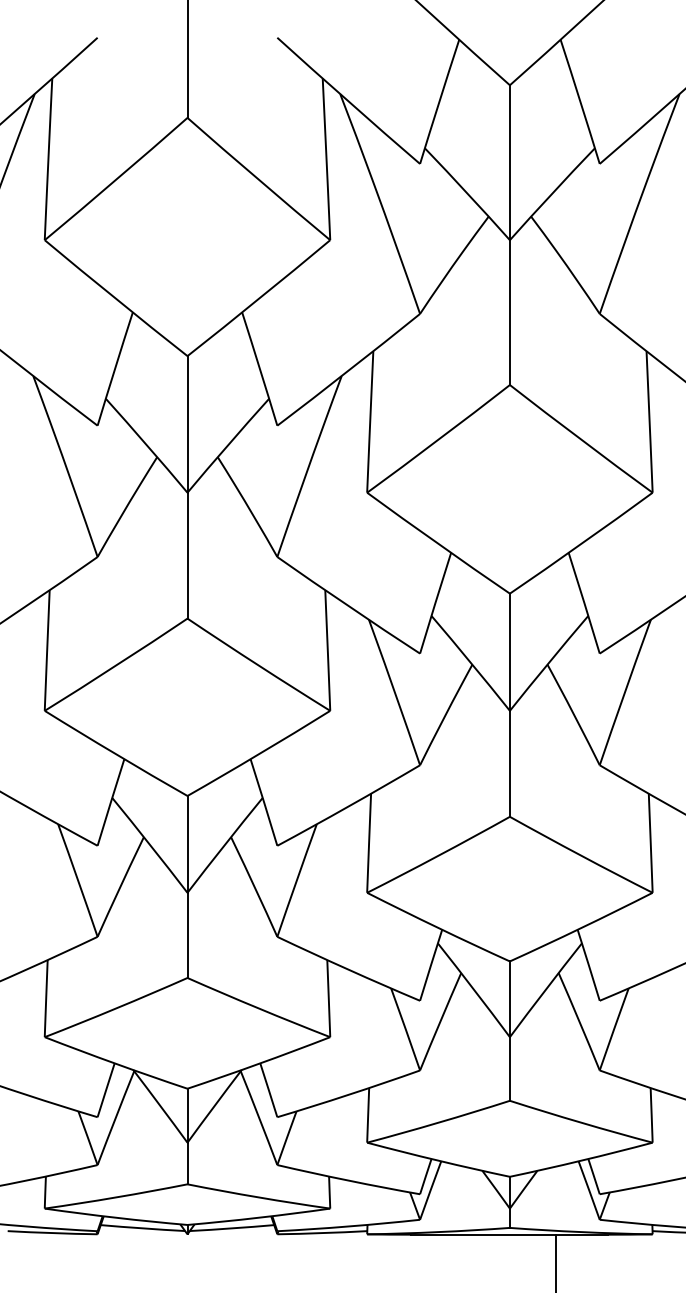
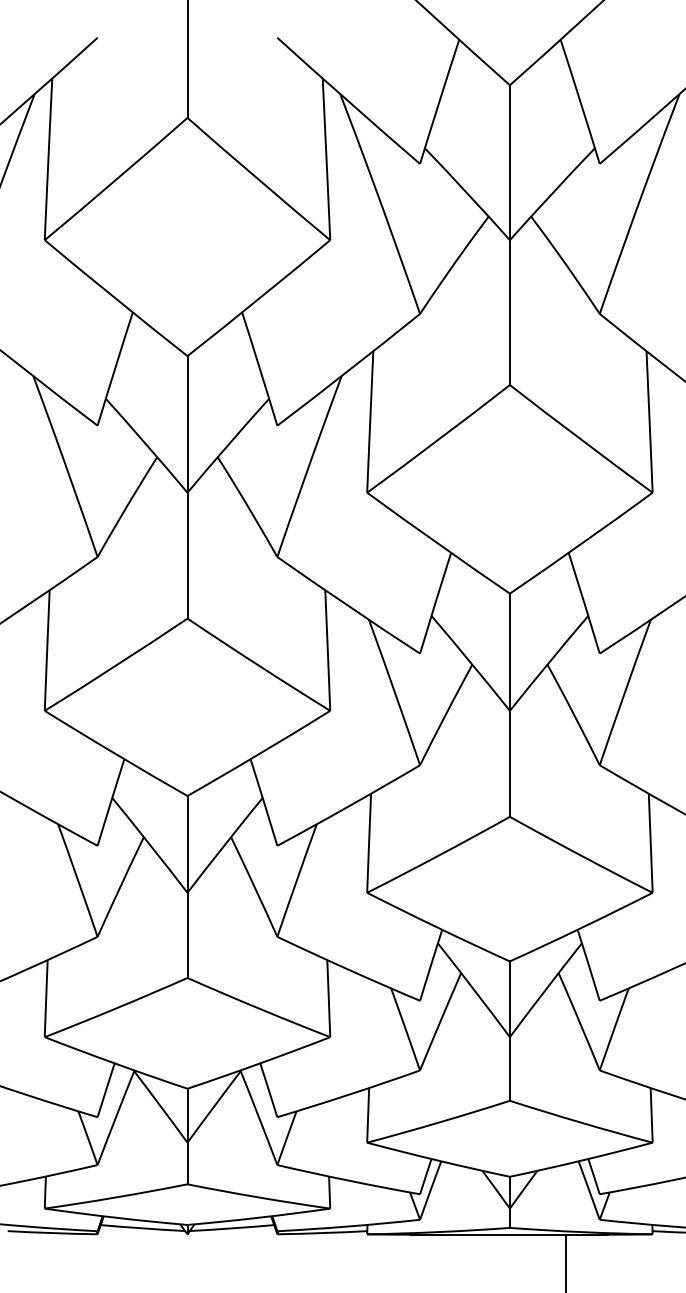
line at (555, 1261) position: (555, 1261) -> (565, 1261)
